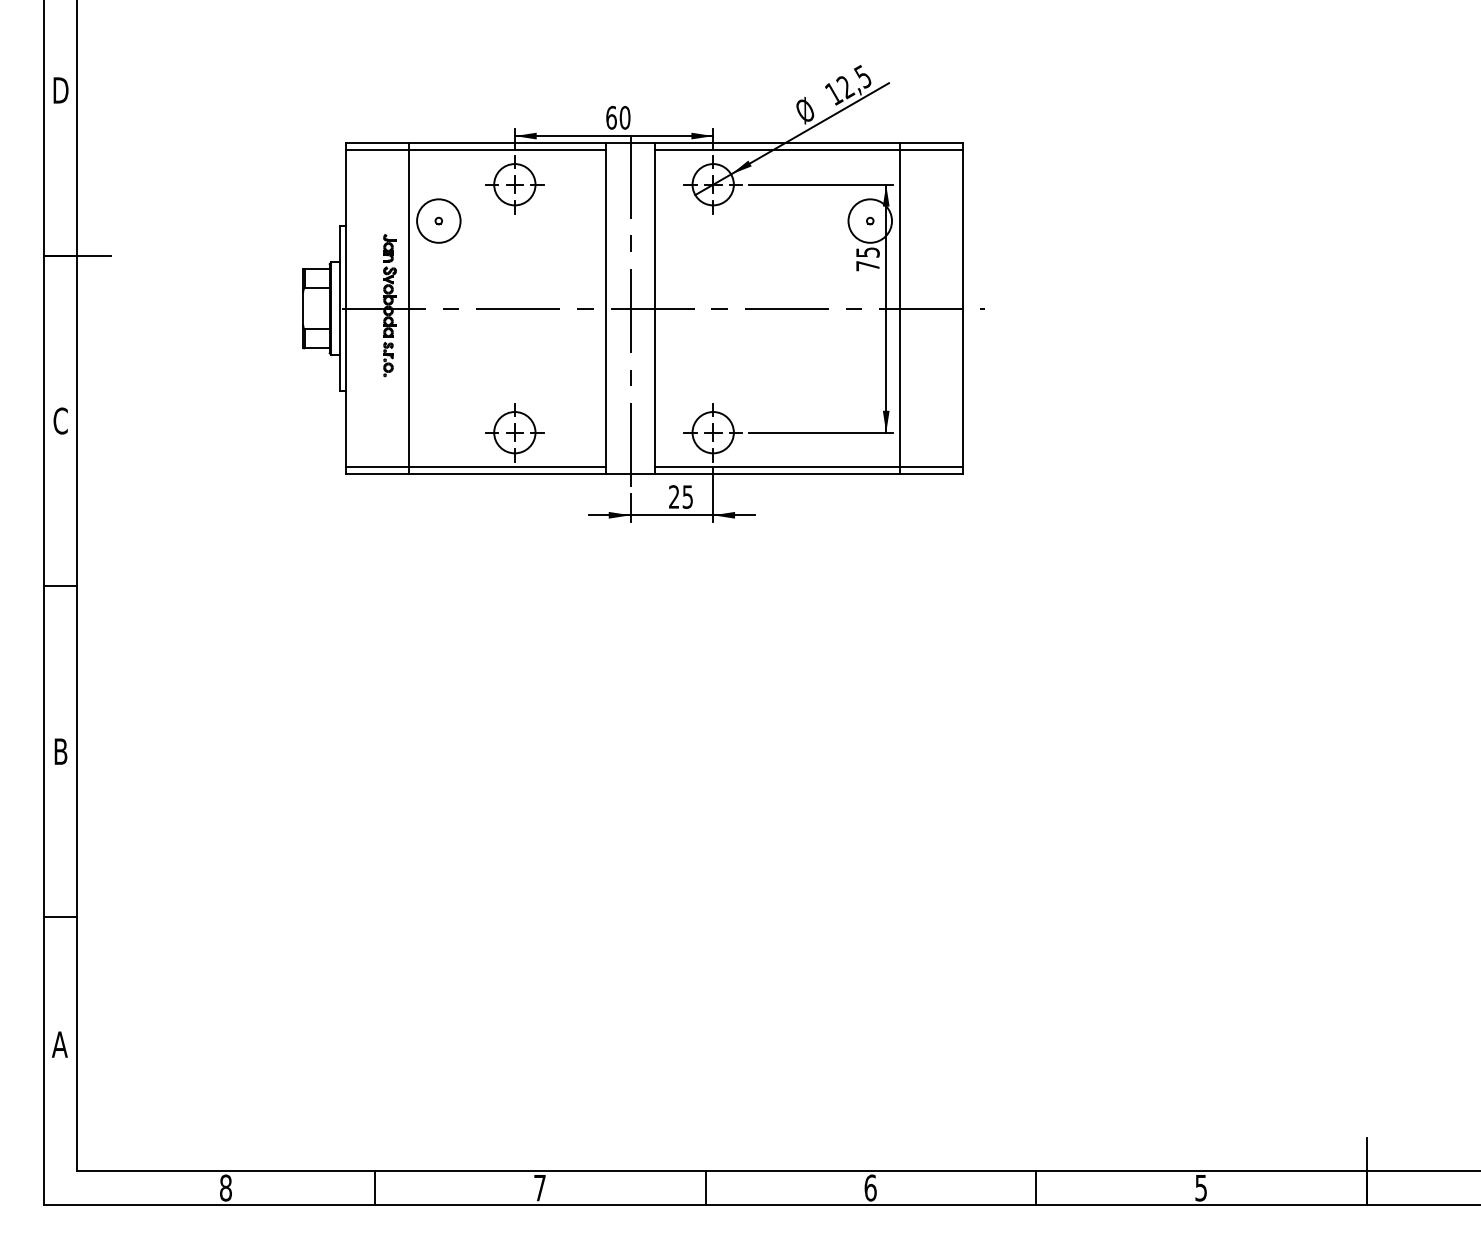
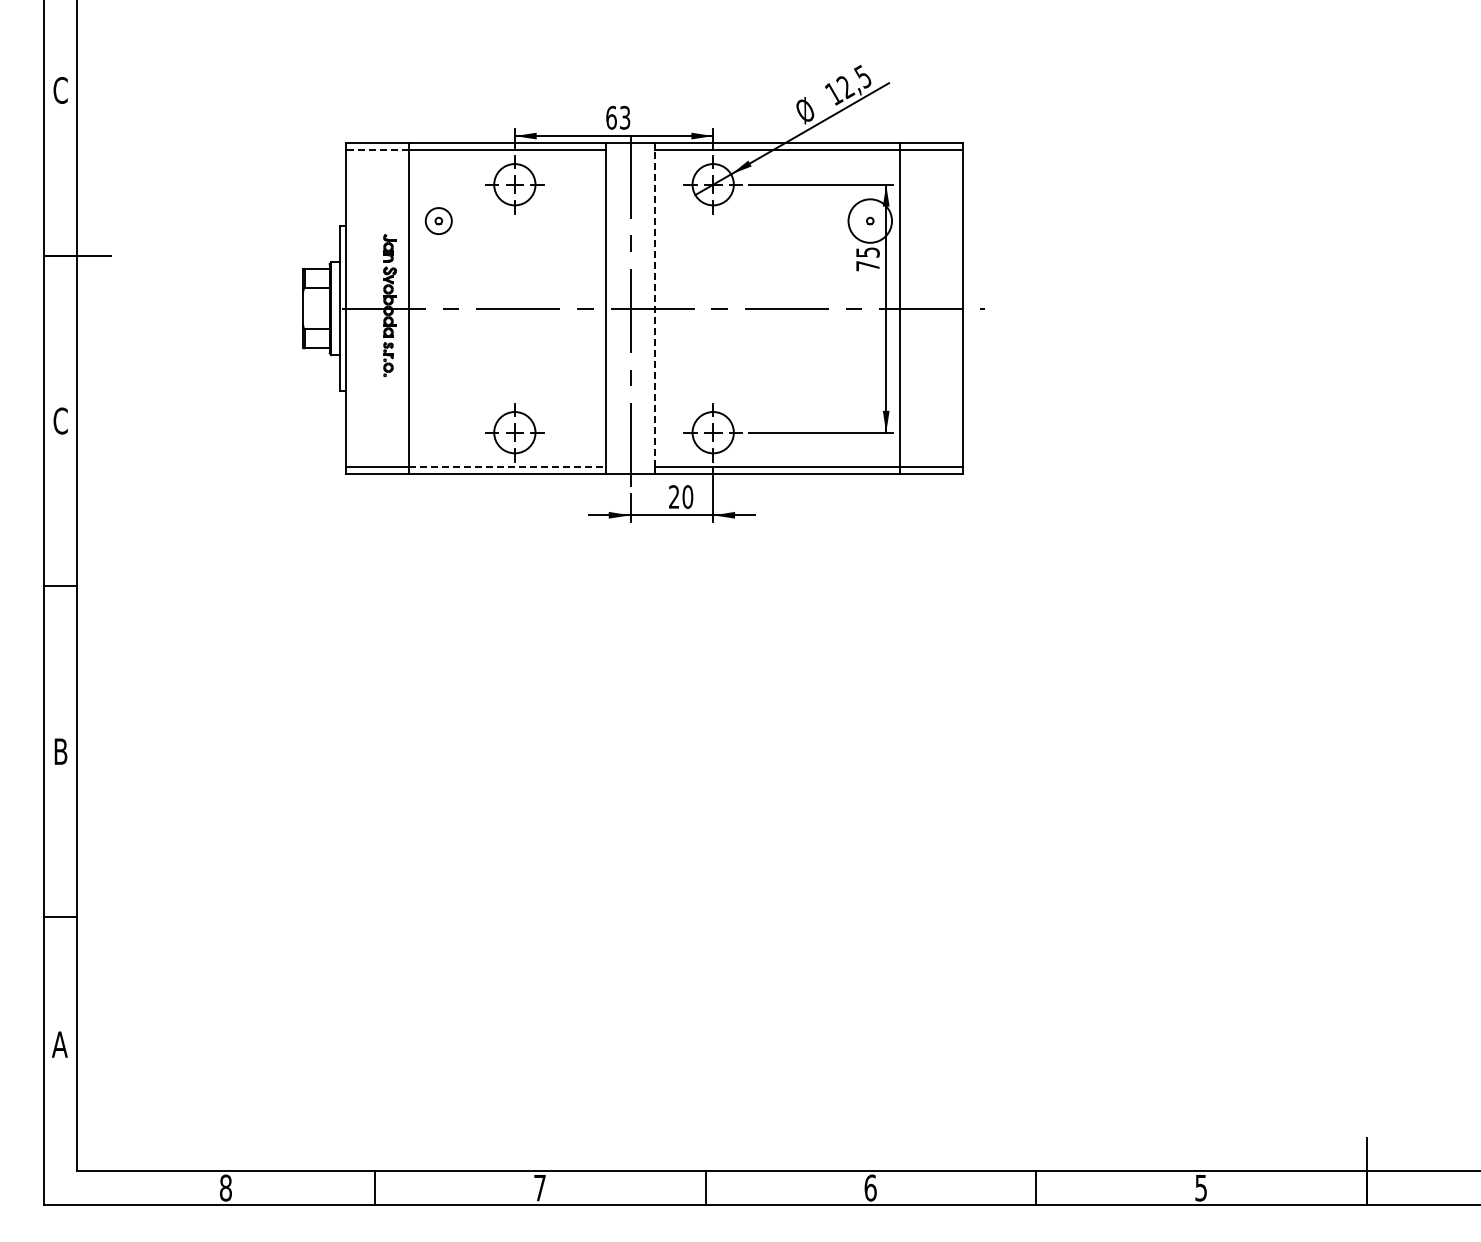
text at (60, 89): D -> C
text at (624, 117): 60 -> 63
line at (377, 150): solid -> dashed
circle at (438, 220) diameter: 44 px -> 26 px
line at (655, 308): solid -> dashed
line at (507, 467): solid -> dashed
text at (687, 496): 25 -> 20
